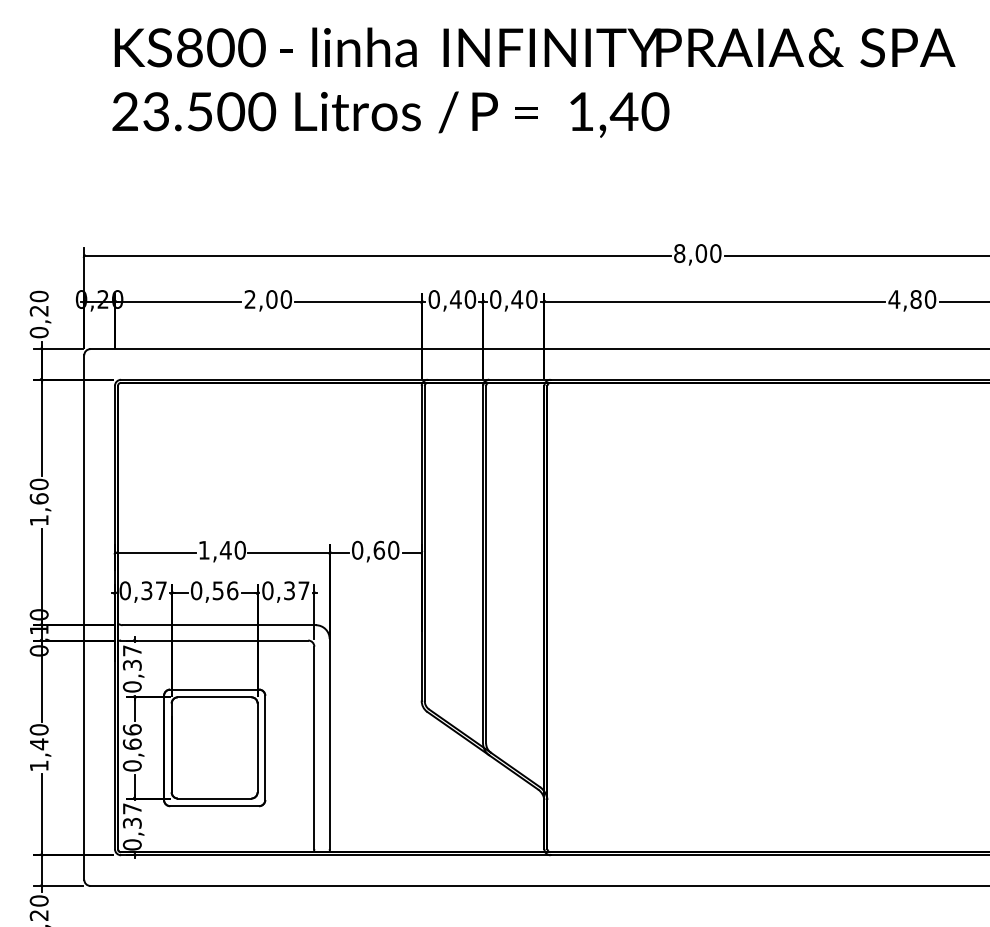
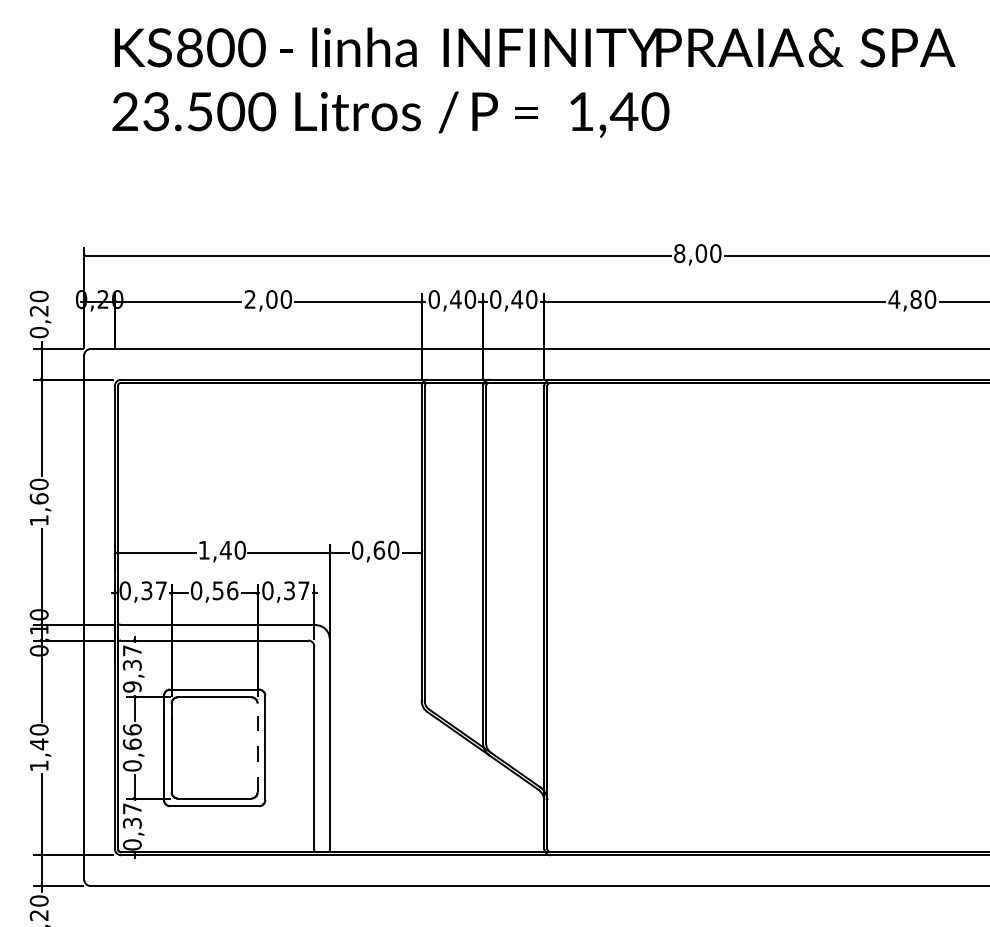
text at (132, 686): 0,37 -> 9,37
line at (257, 747): solid -> dashed
